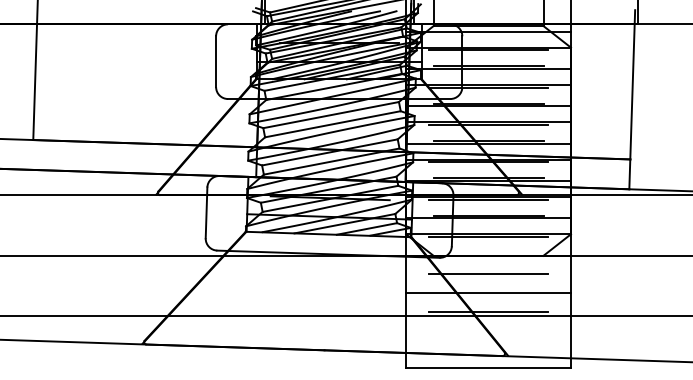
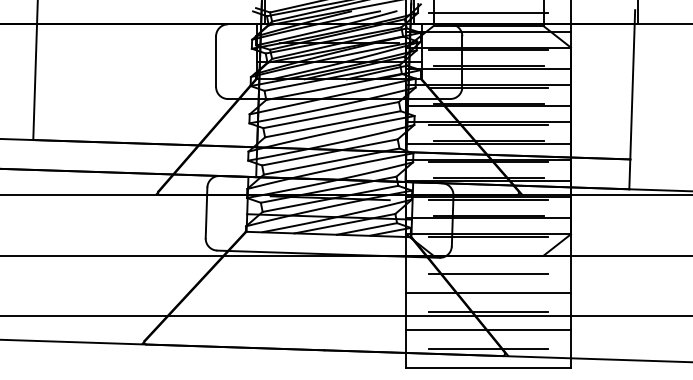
line at (488, 13): none -> present
line at (488, 330): none -> present
line at (488, 349): none -> present
